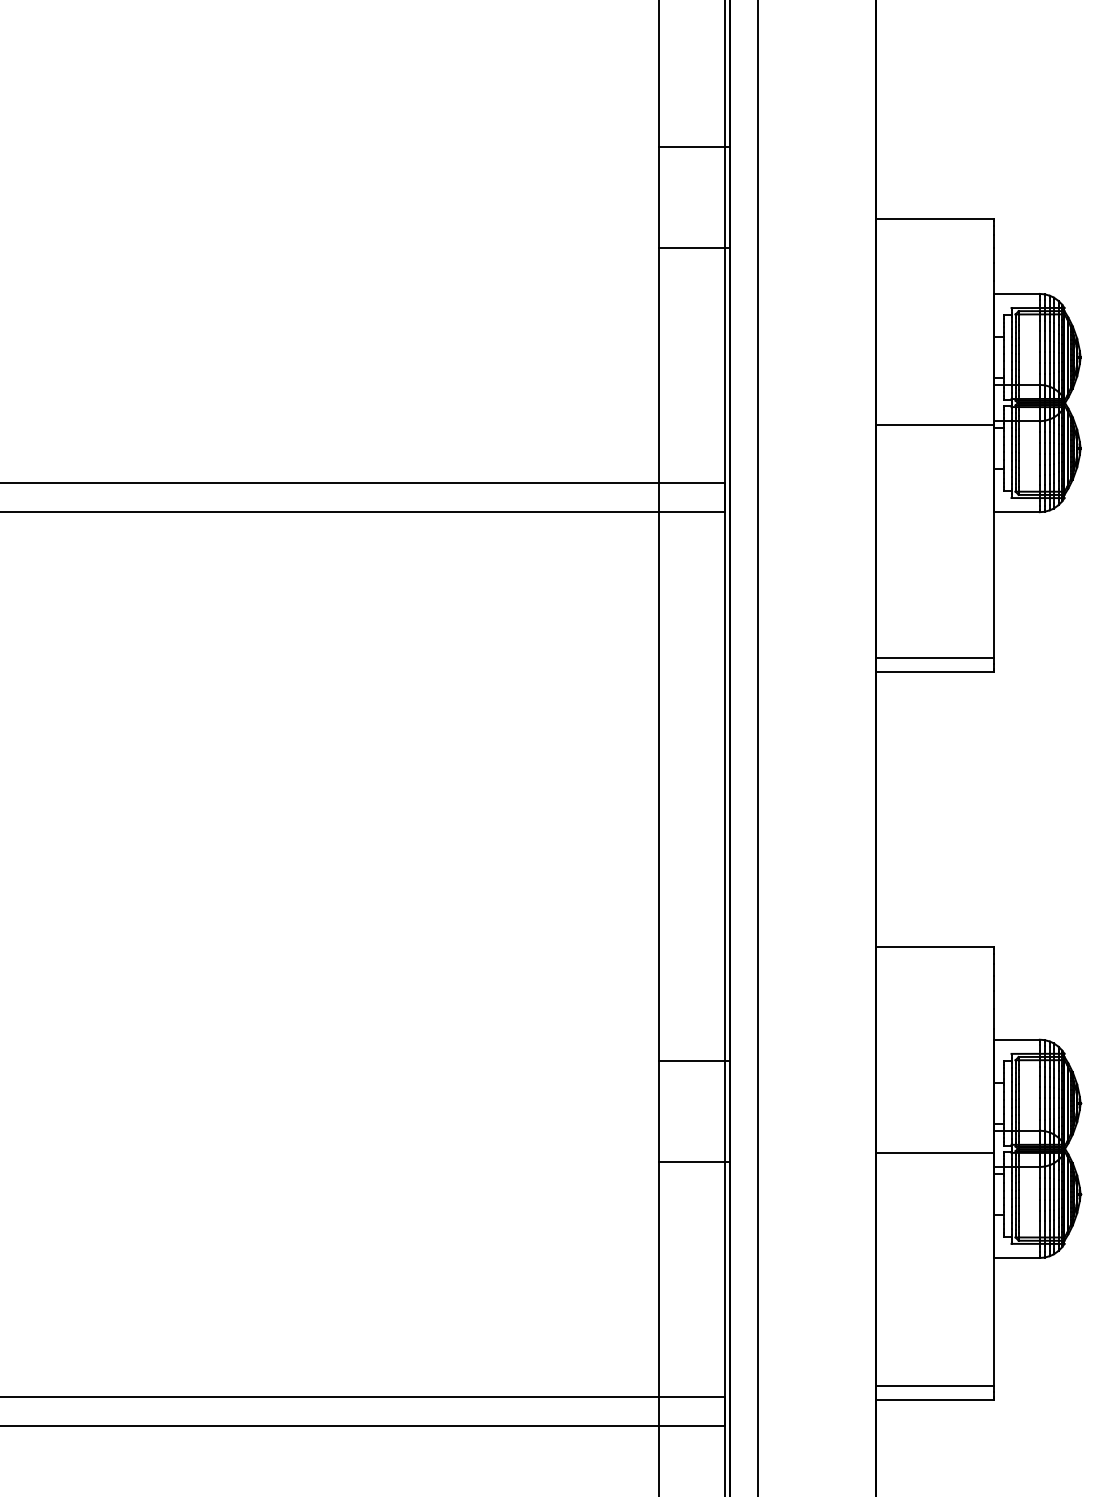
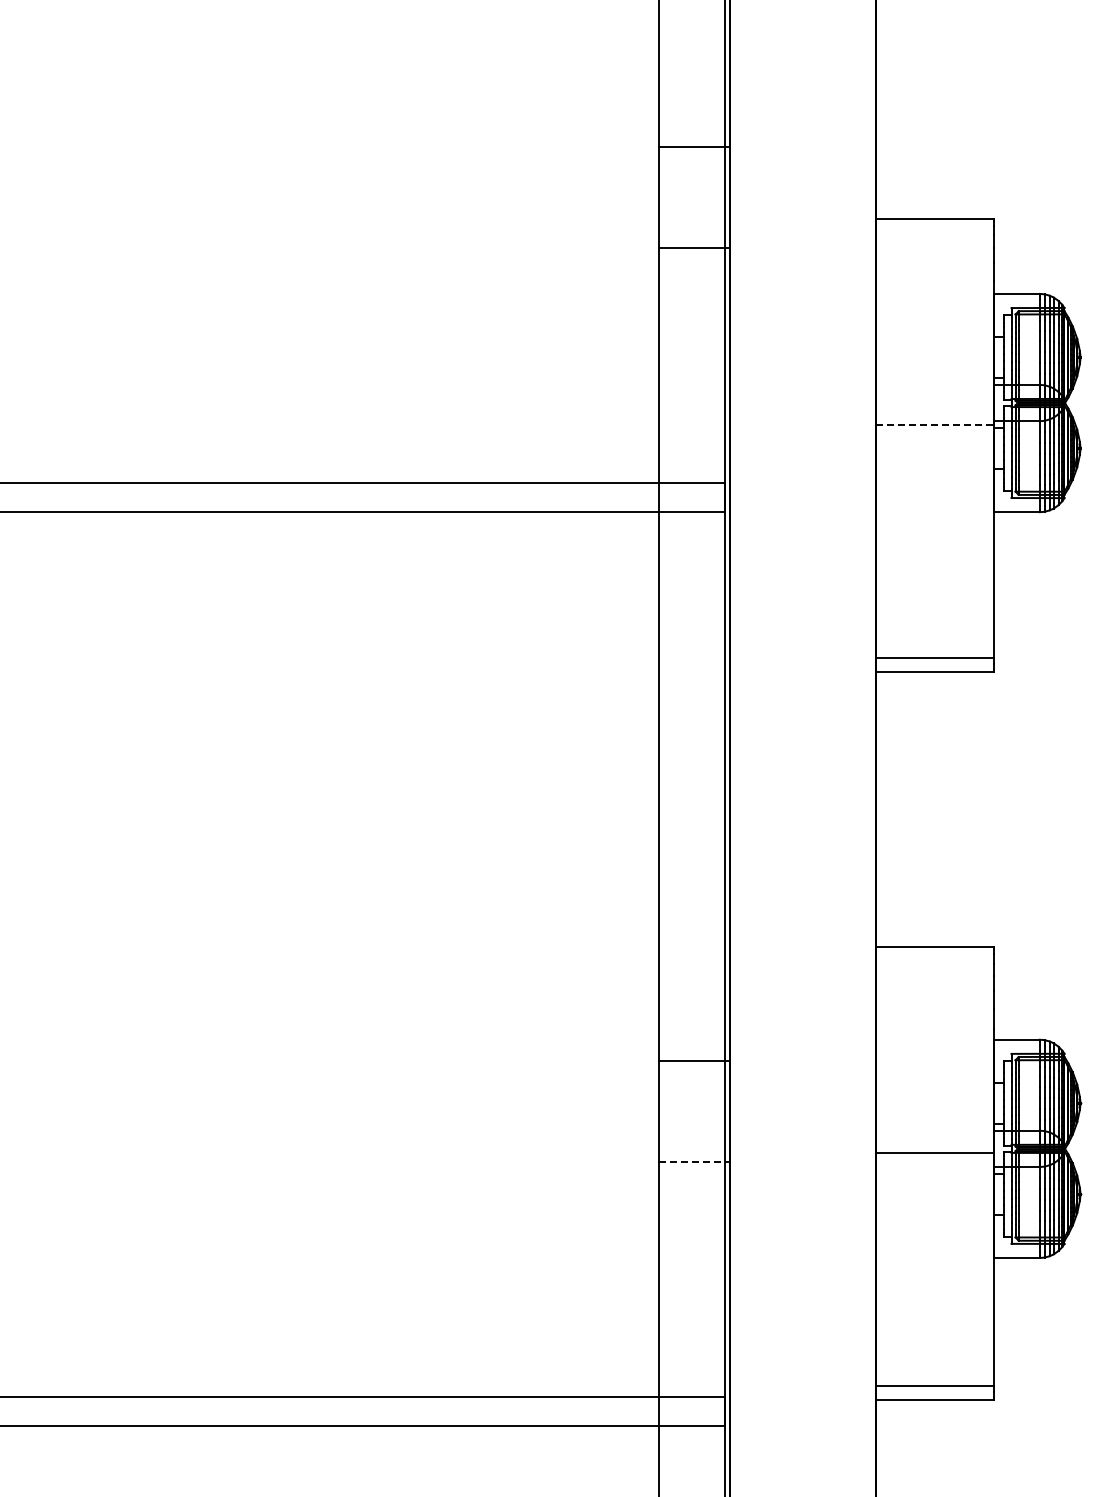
line at (934, 425): solid -> dashed
line at (758, 747): present -> none
line at (694, 1162): solid -> dashed
